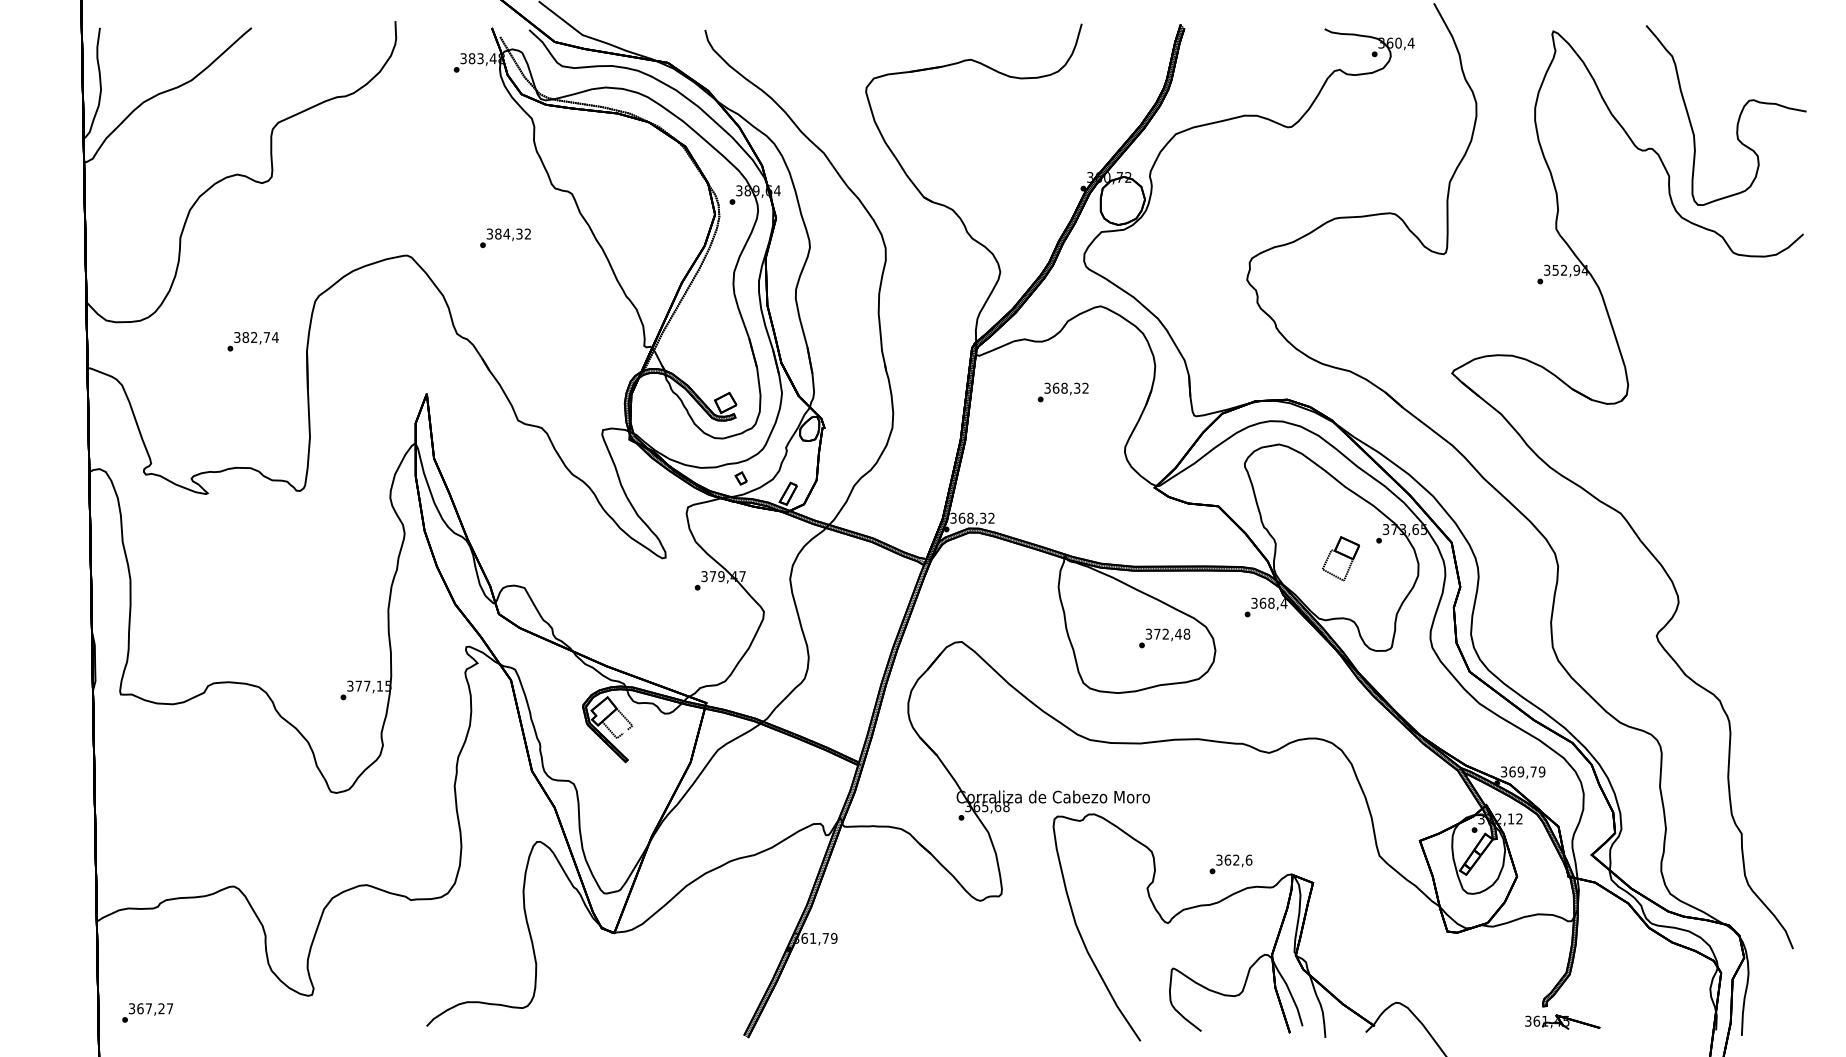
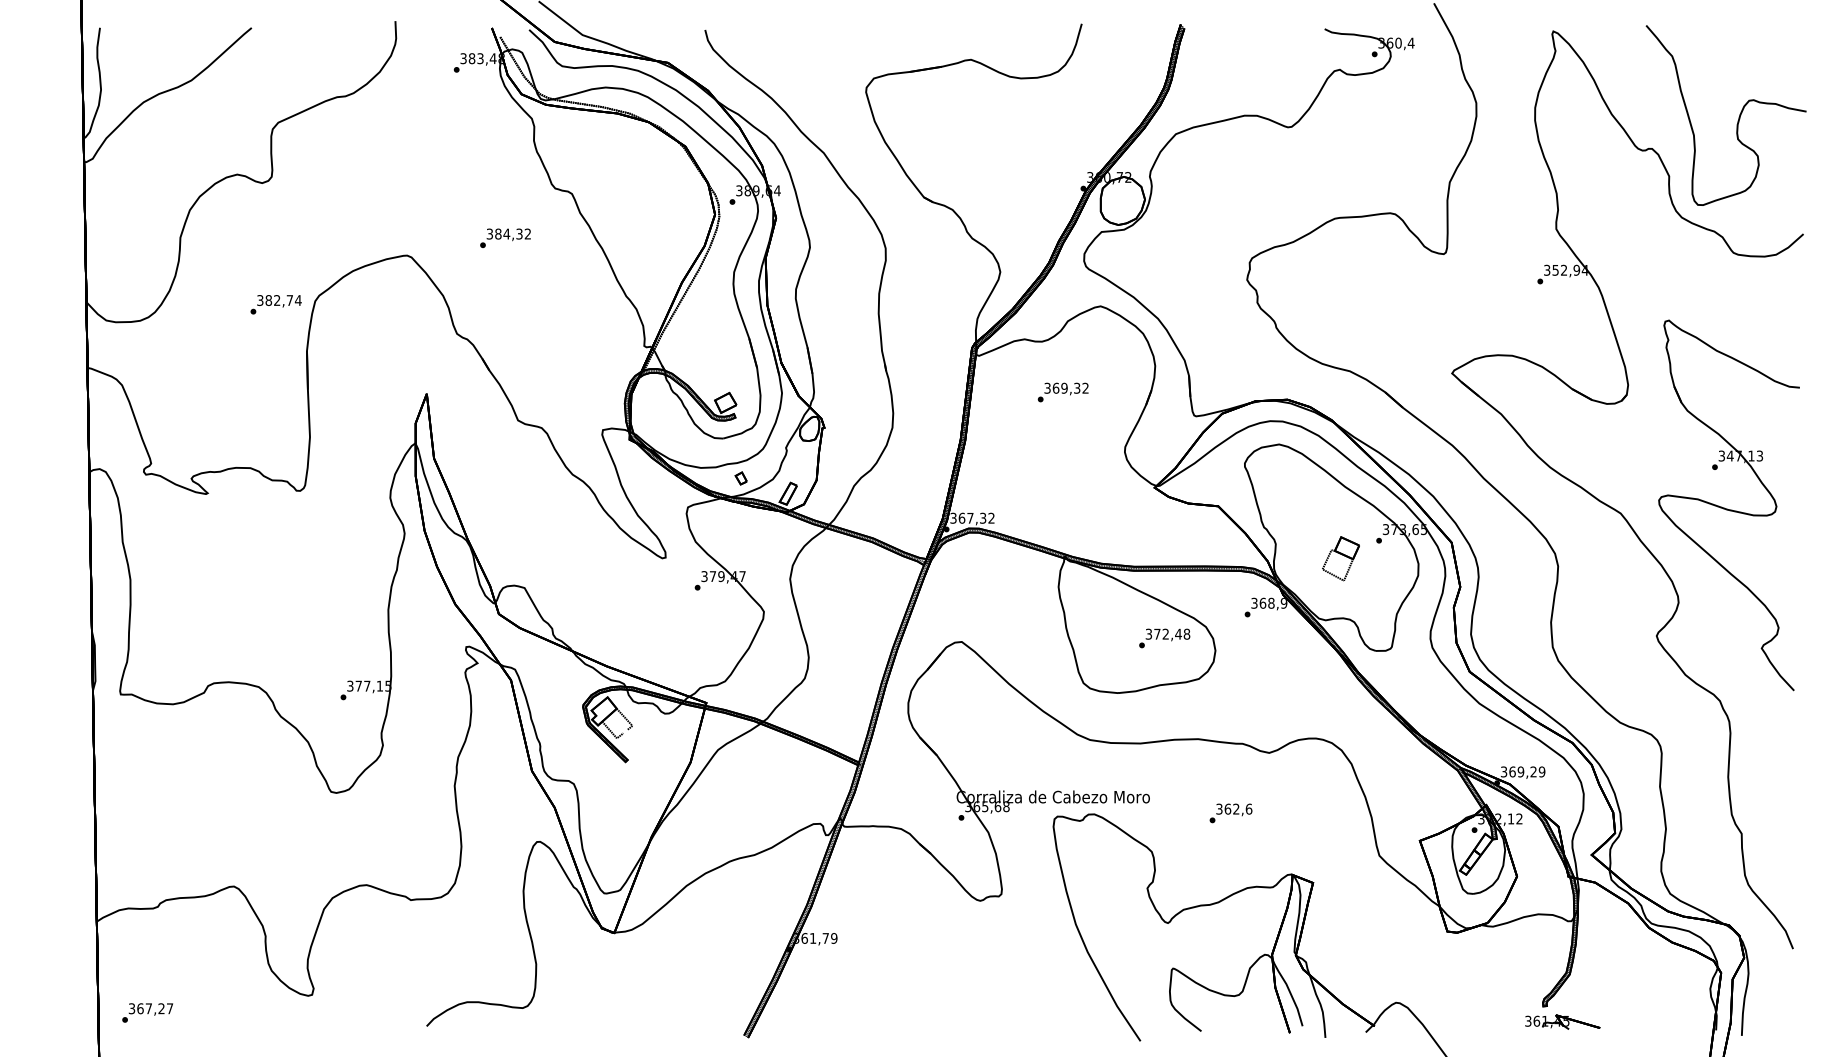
text at (252, 341) position: (252, 341) -> (275, 304)
text at (1064, 388): 368,32 -> 369,32
part at (1728, 505): none -> present
text at (970, 517): 368,32 -> 367,32
text at (1283, 602): 368,4 -> 368,9
text at (1533, 771): 369,79 -> 369,29
text at (1230, 864) position: (1230, 864) -> (1230, 813)
